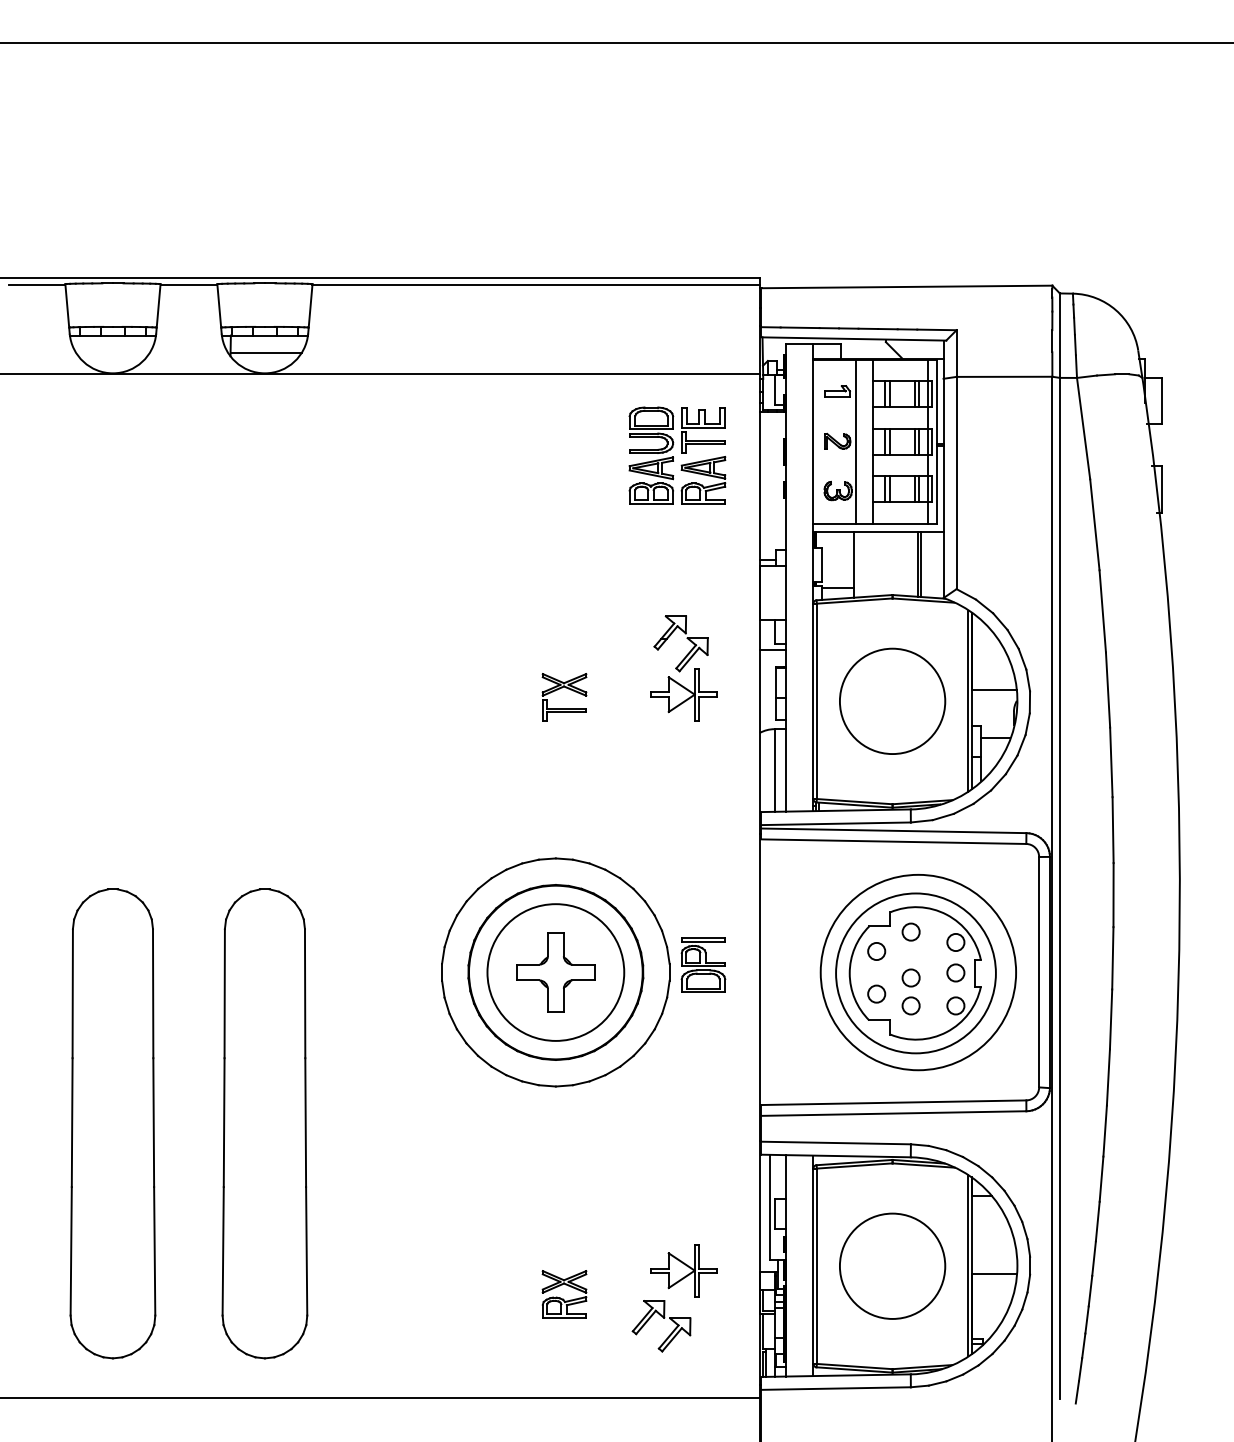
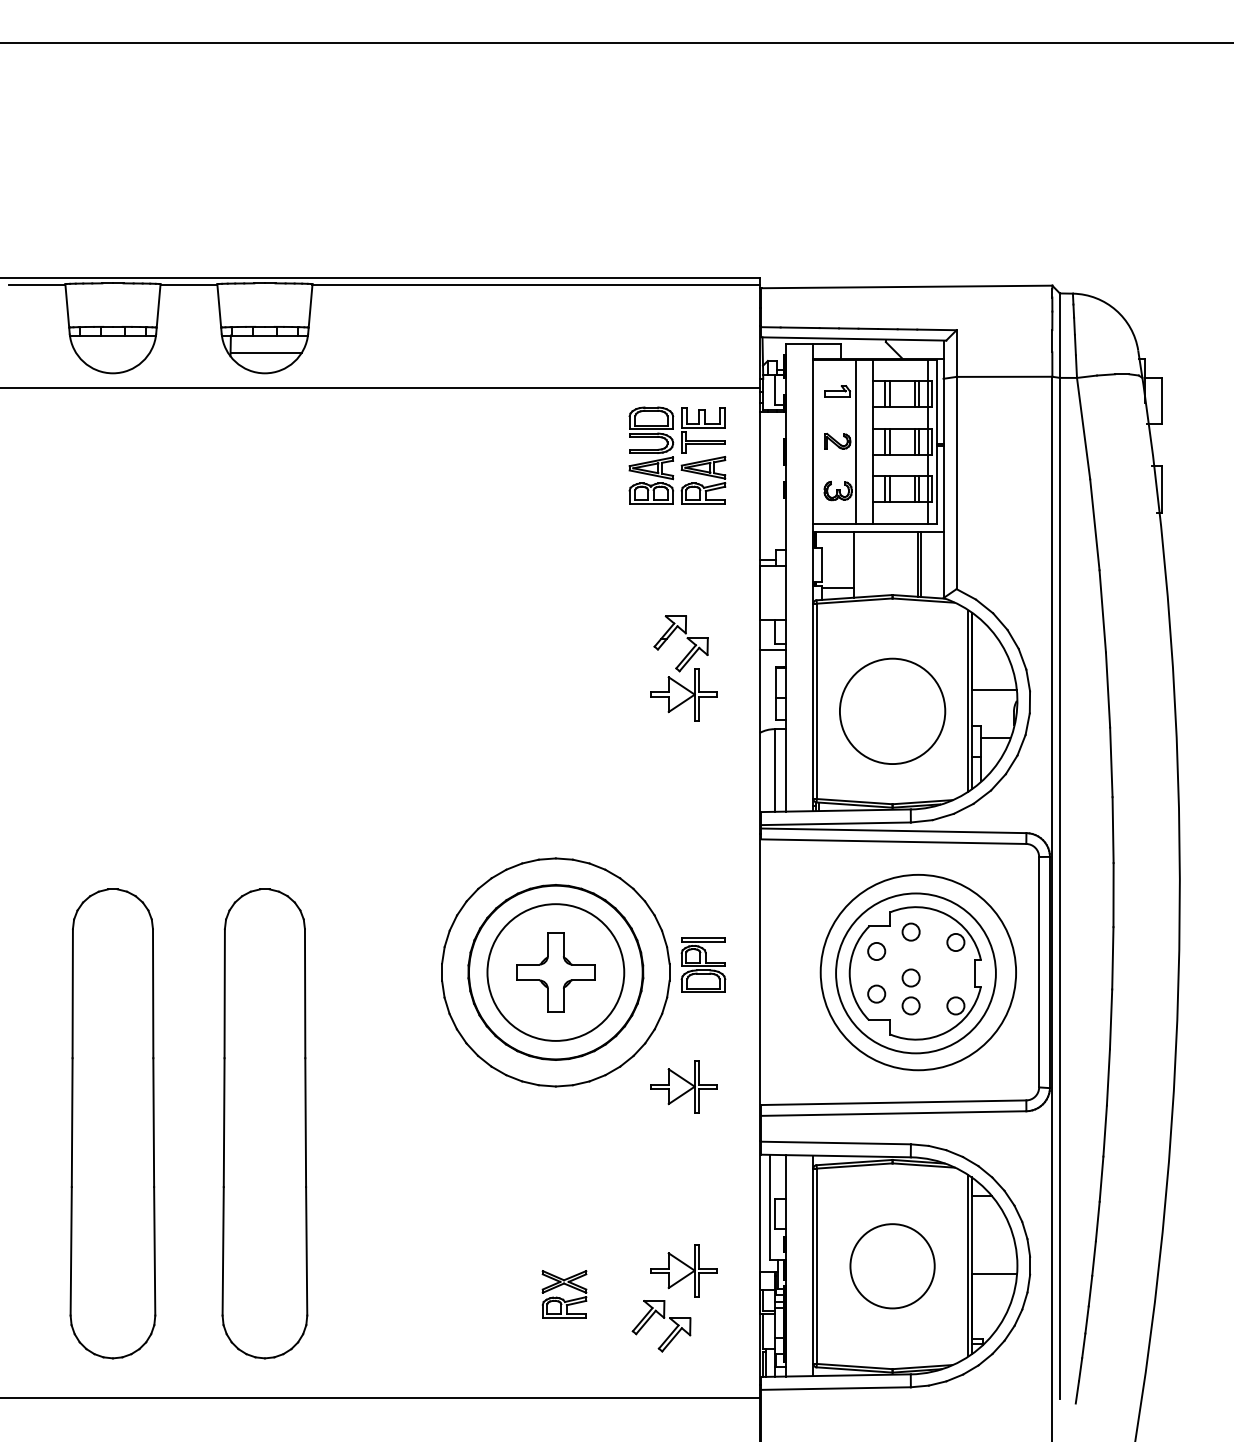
line at (380, 373) position: (380, 373) -> (380, 387)
part at (568, 689): present -> none
circle at (892, 700) position: (892, 700) -> (892, 710)
circle at (955, 972): present -> none
part at (683, 1086): none -> present
circle at (892, 1265) diameter: 105 px -> 84 px
